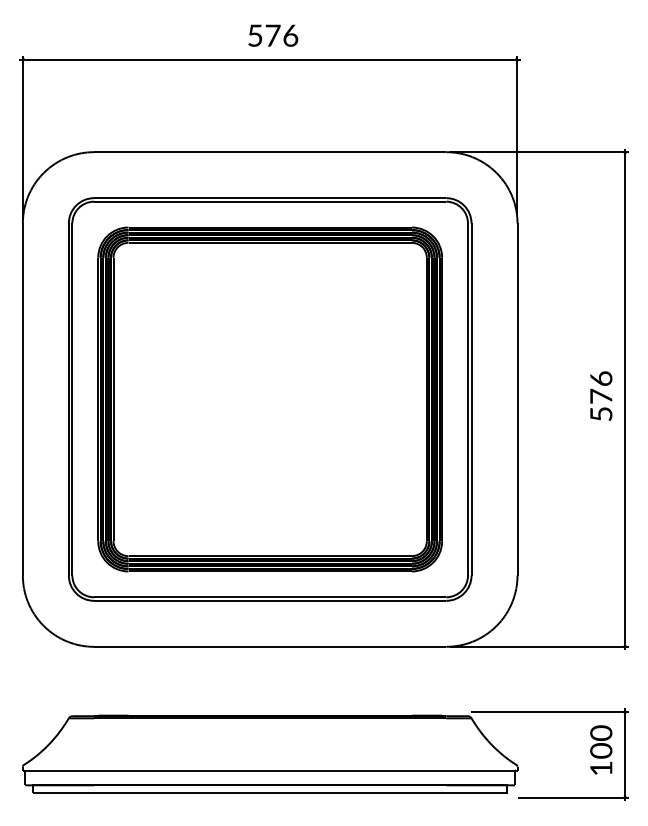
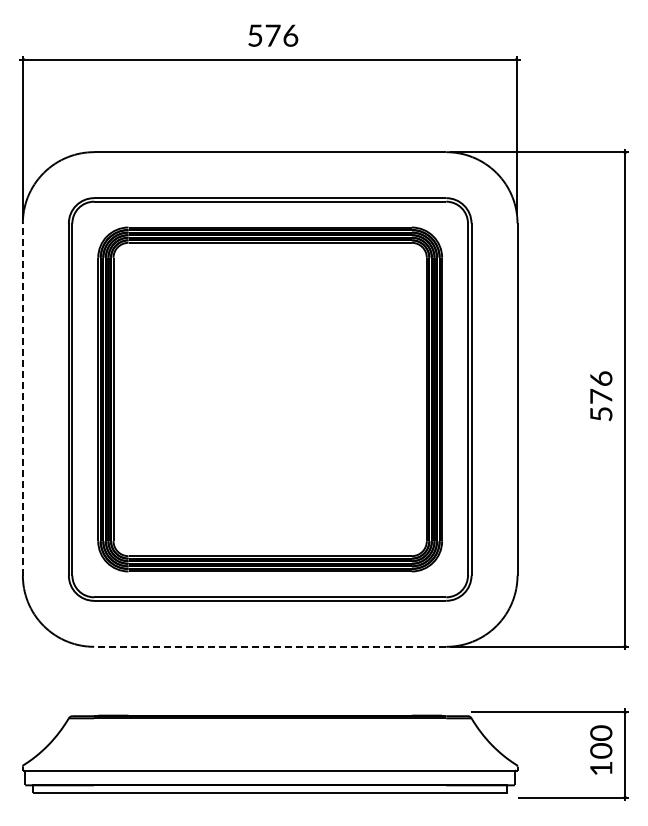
line at (22, 399): solid -> dashed
line at (269, 646): solid -> dashed
